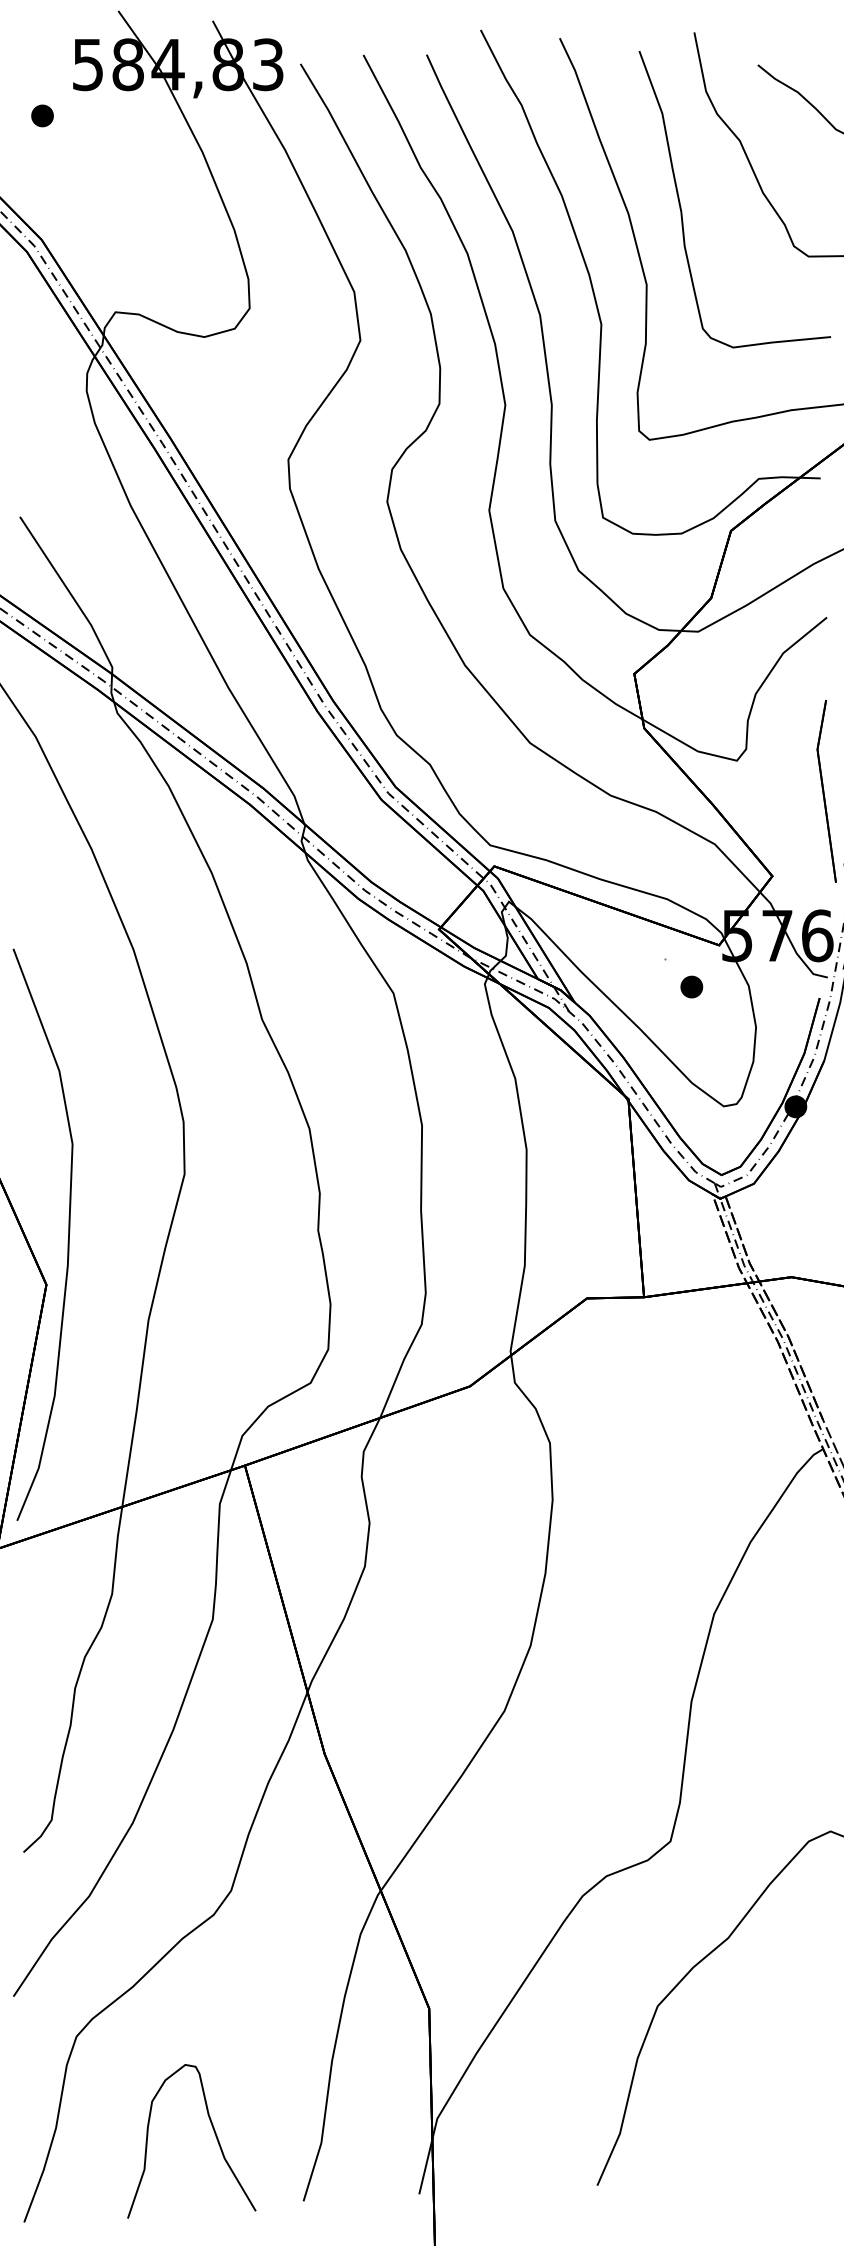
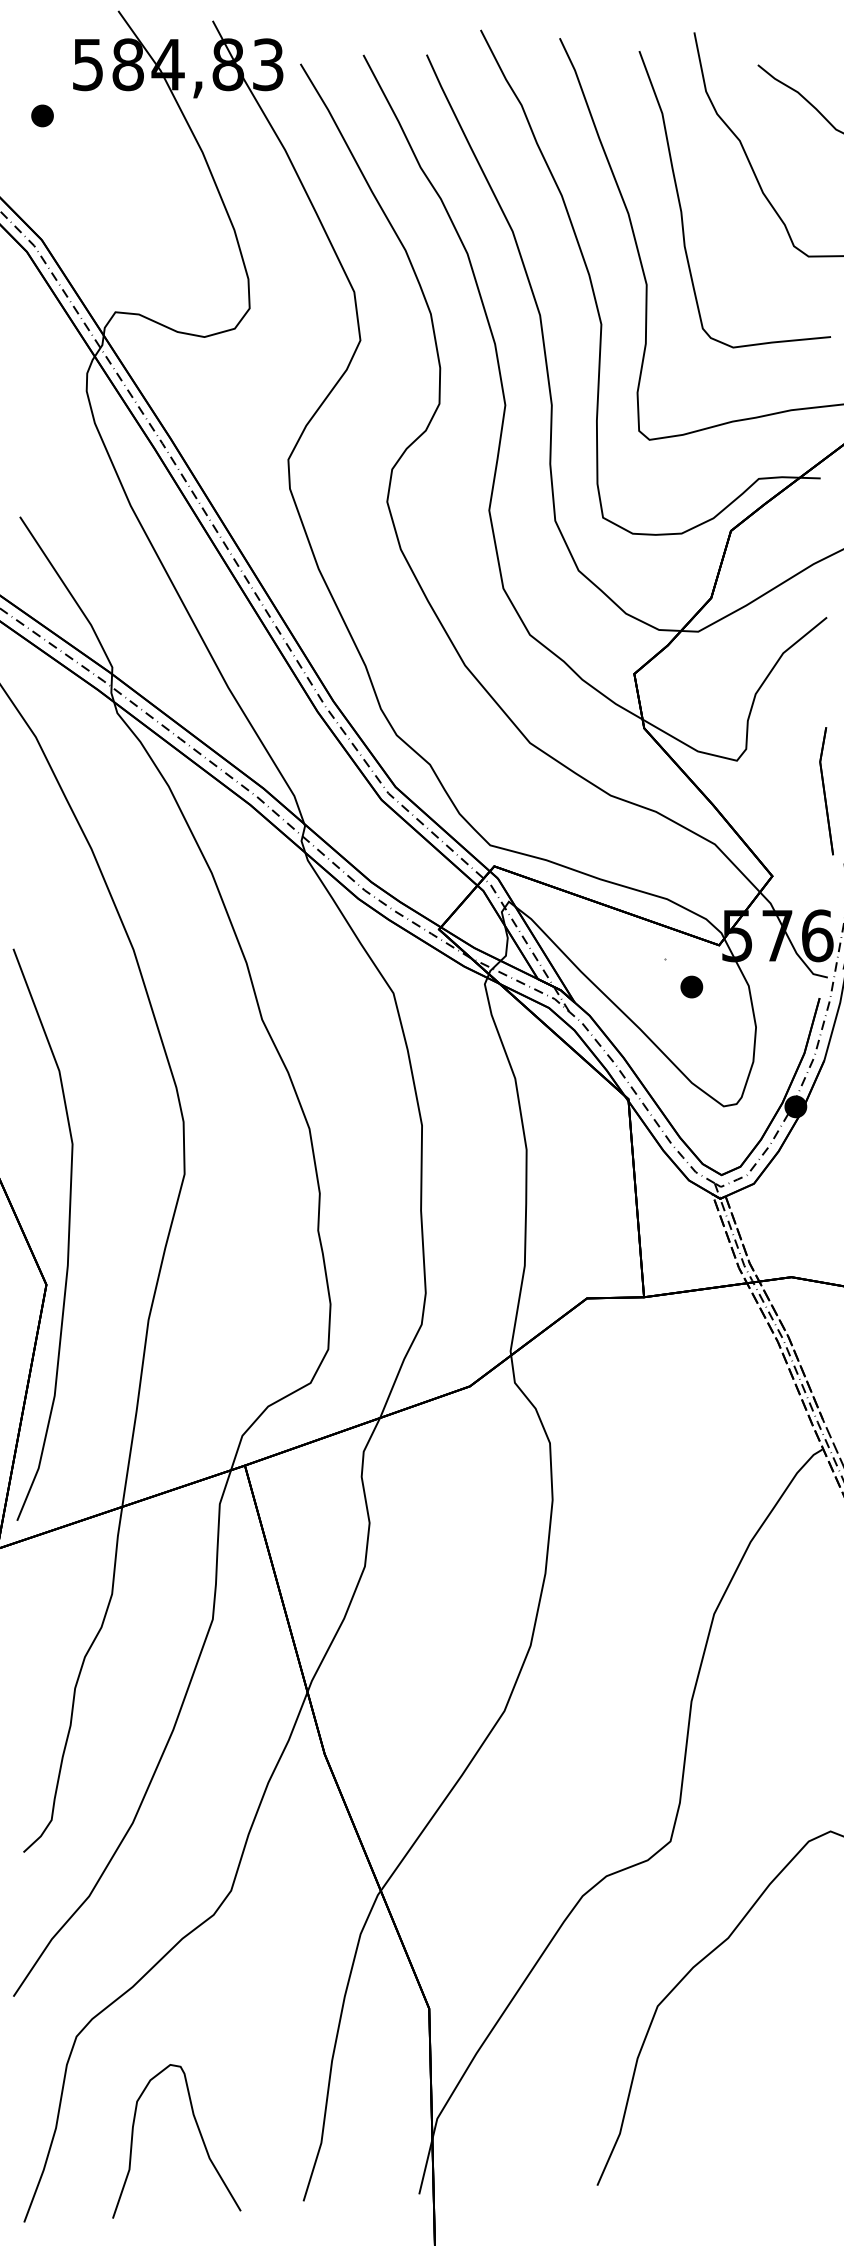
part at (826, 790) size: 21x184 px -> 15x129 px
curve at (214, 2134) position: (214, 2134) -> (199, 2134)
